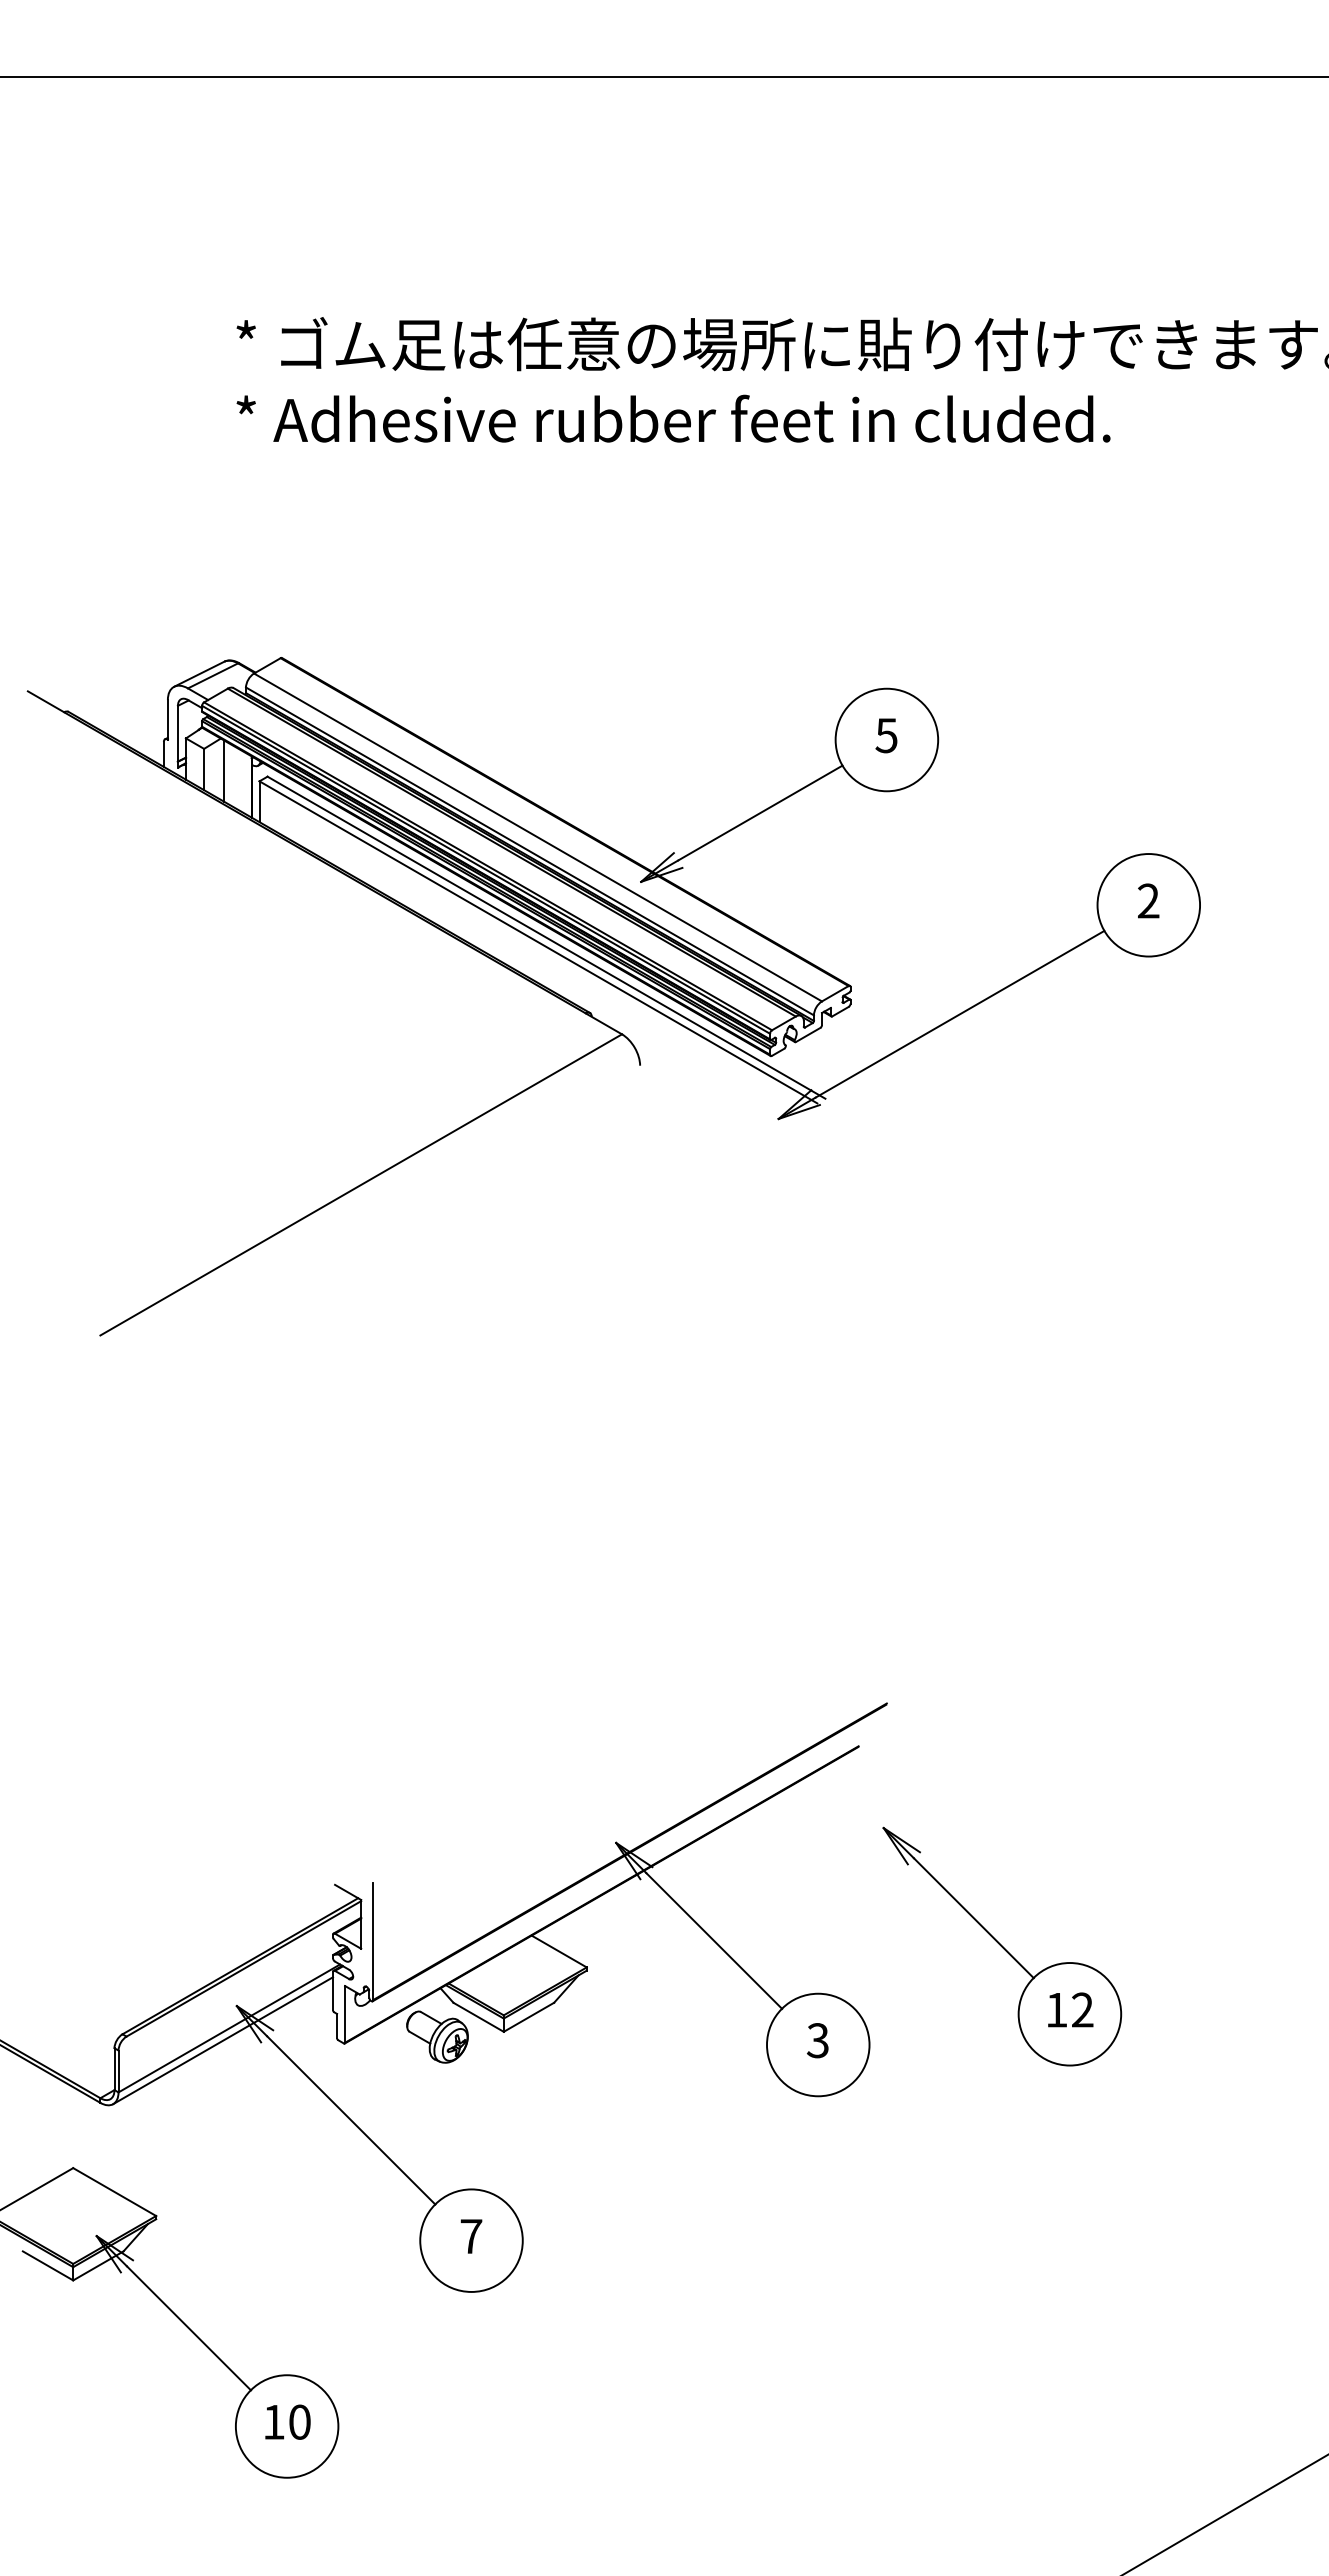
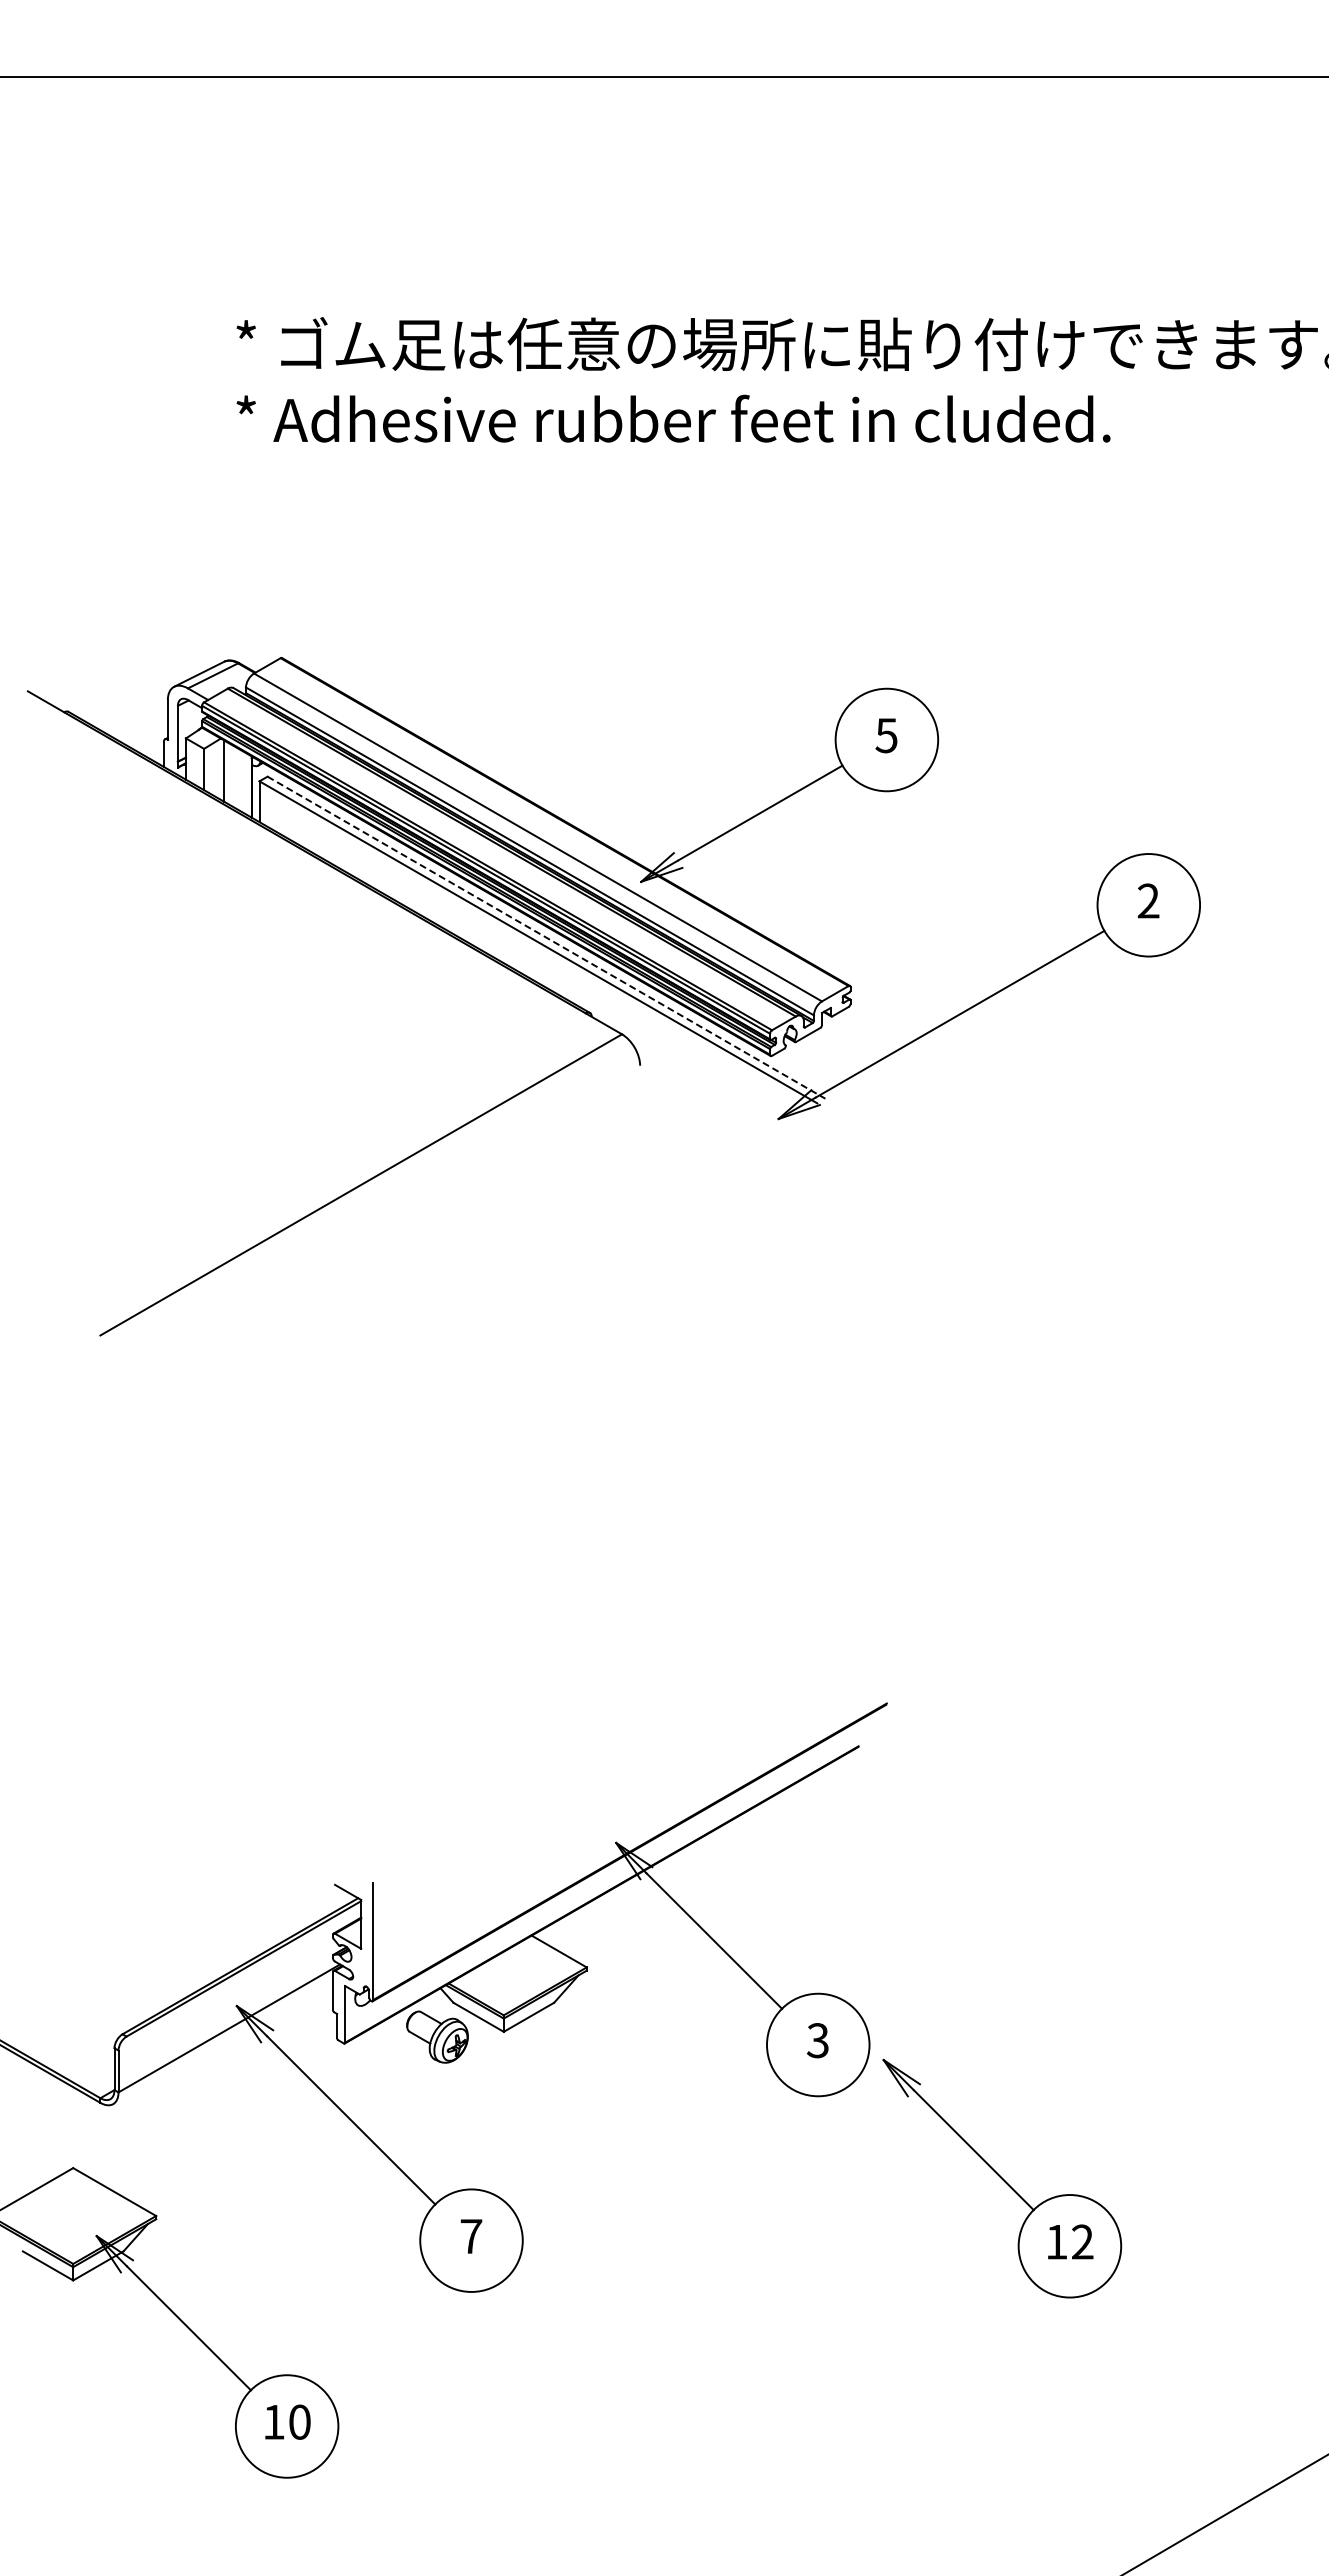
line at (546, 937): solid -> dashed
part at (1002, 1946) position: (1002, 1946) -> (1002, 2178)
line at (223, 2040): present -> none
